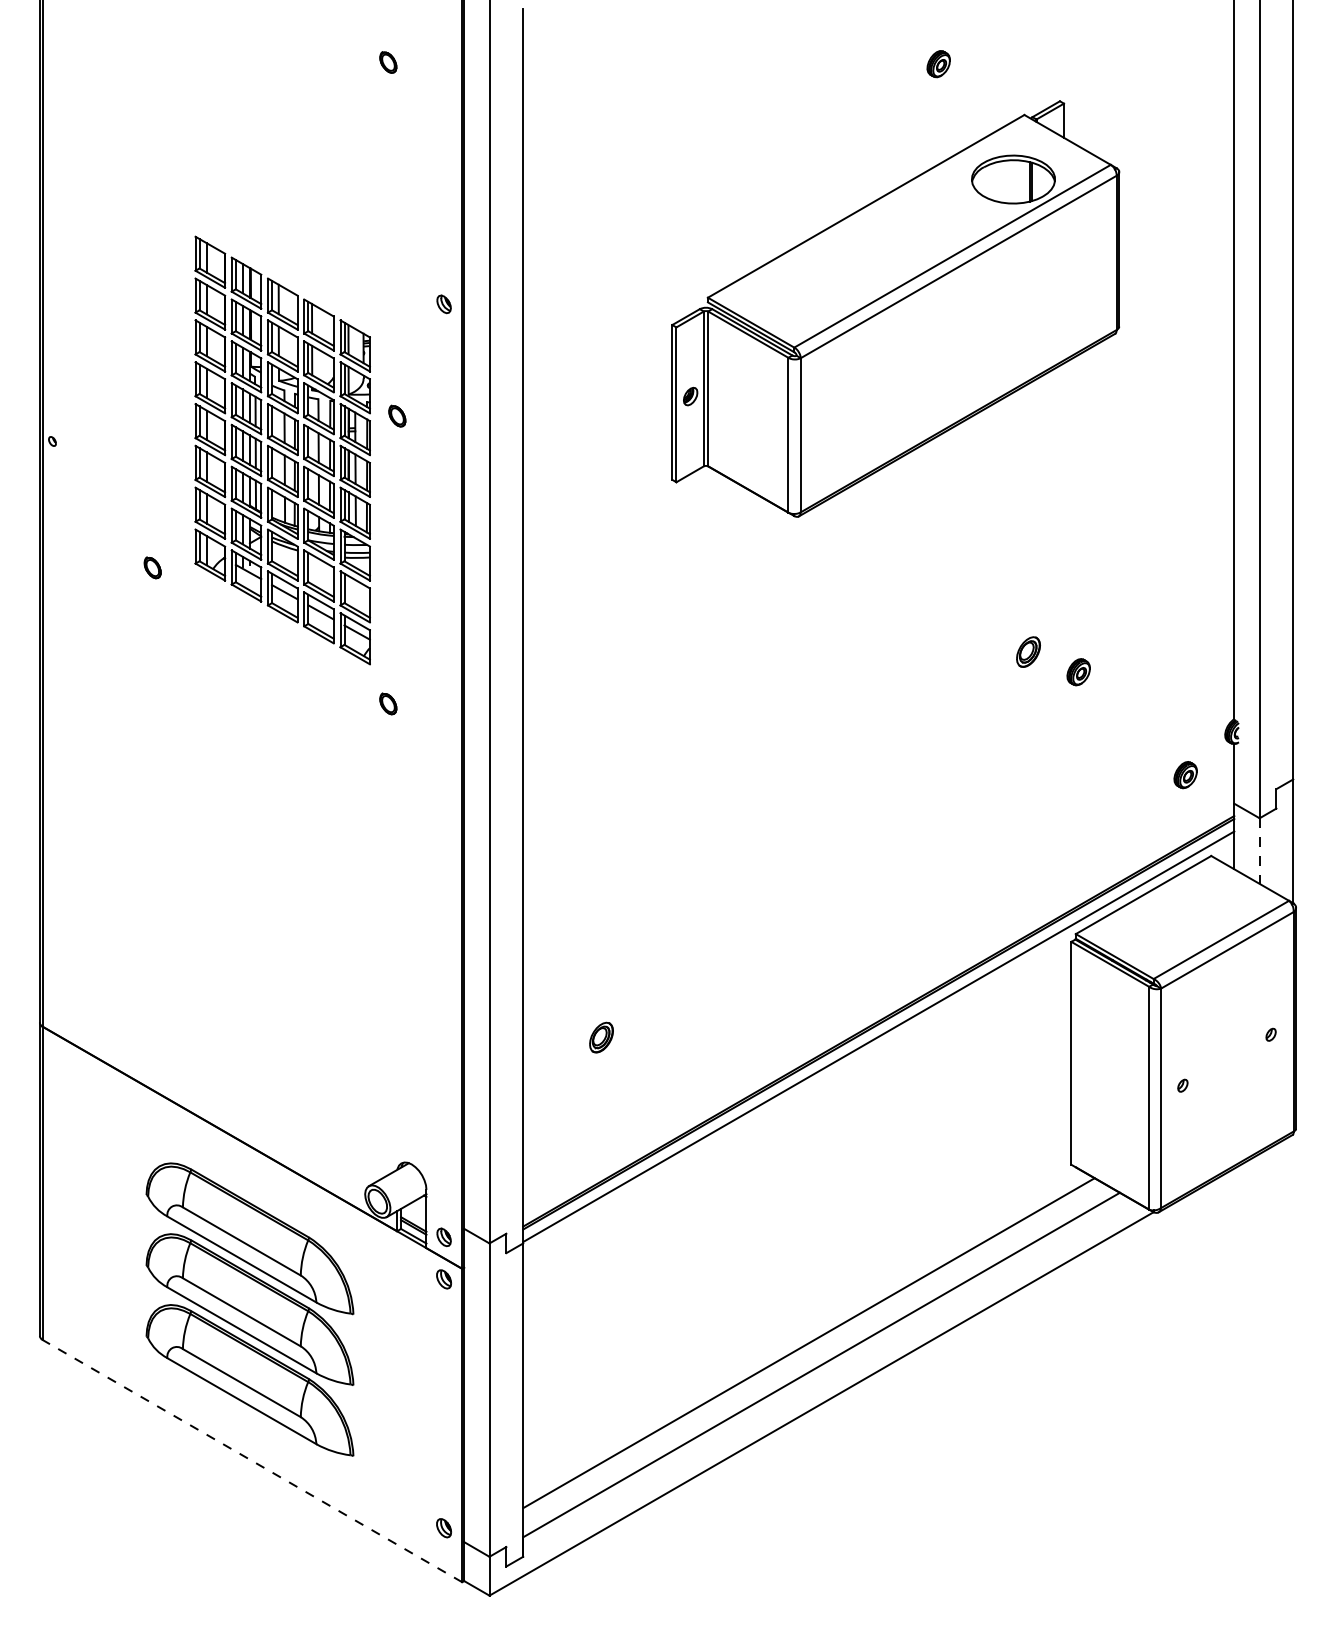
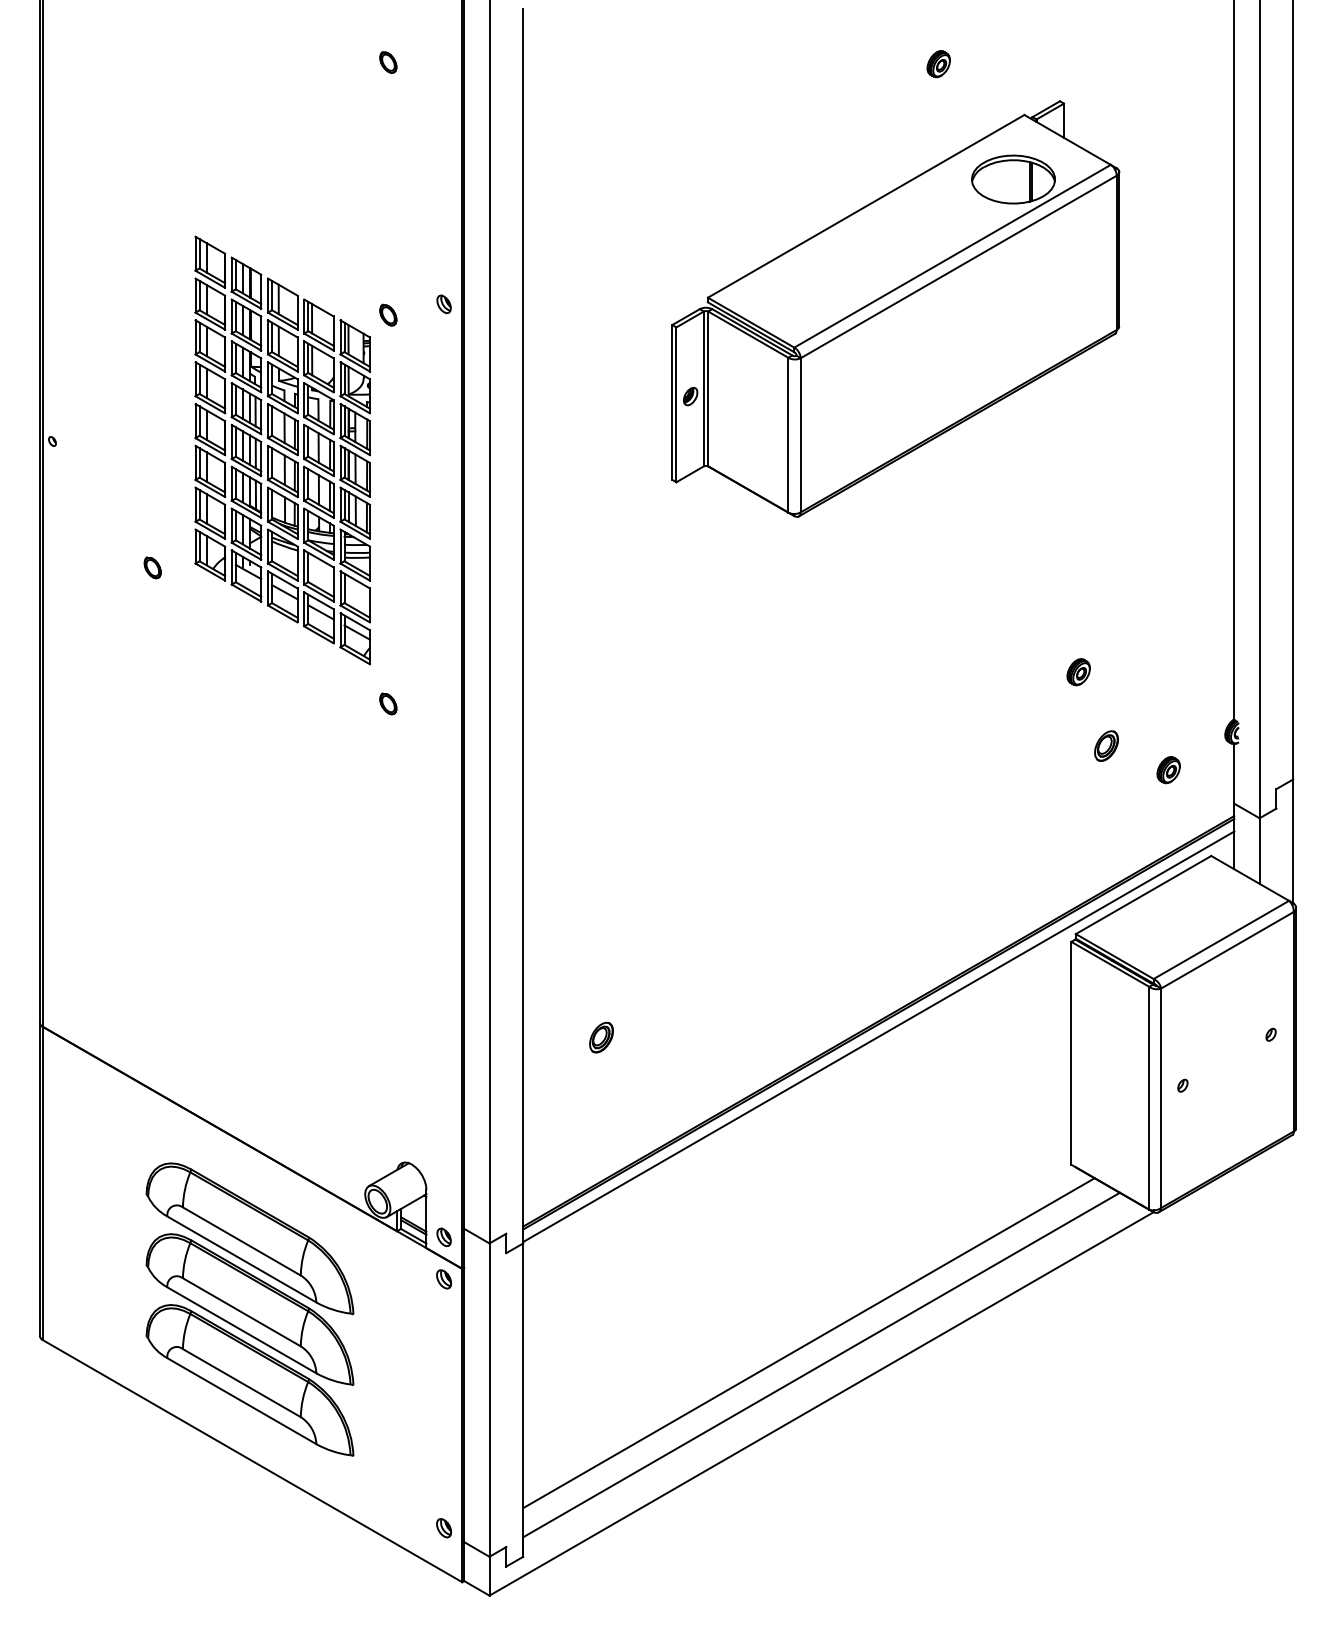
part at (397, 415) position: (397, 415) -> (388, 314)
part at (1028, 651) position: (1028, 651) -> (1106, 745)
part at (1185, 775) position: (1185, 775) -> (1168, 770)
line at (1259, 851): dashed -> solid
line at (252, 1460): dashed -> solid
